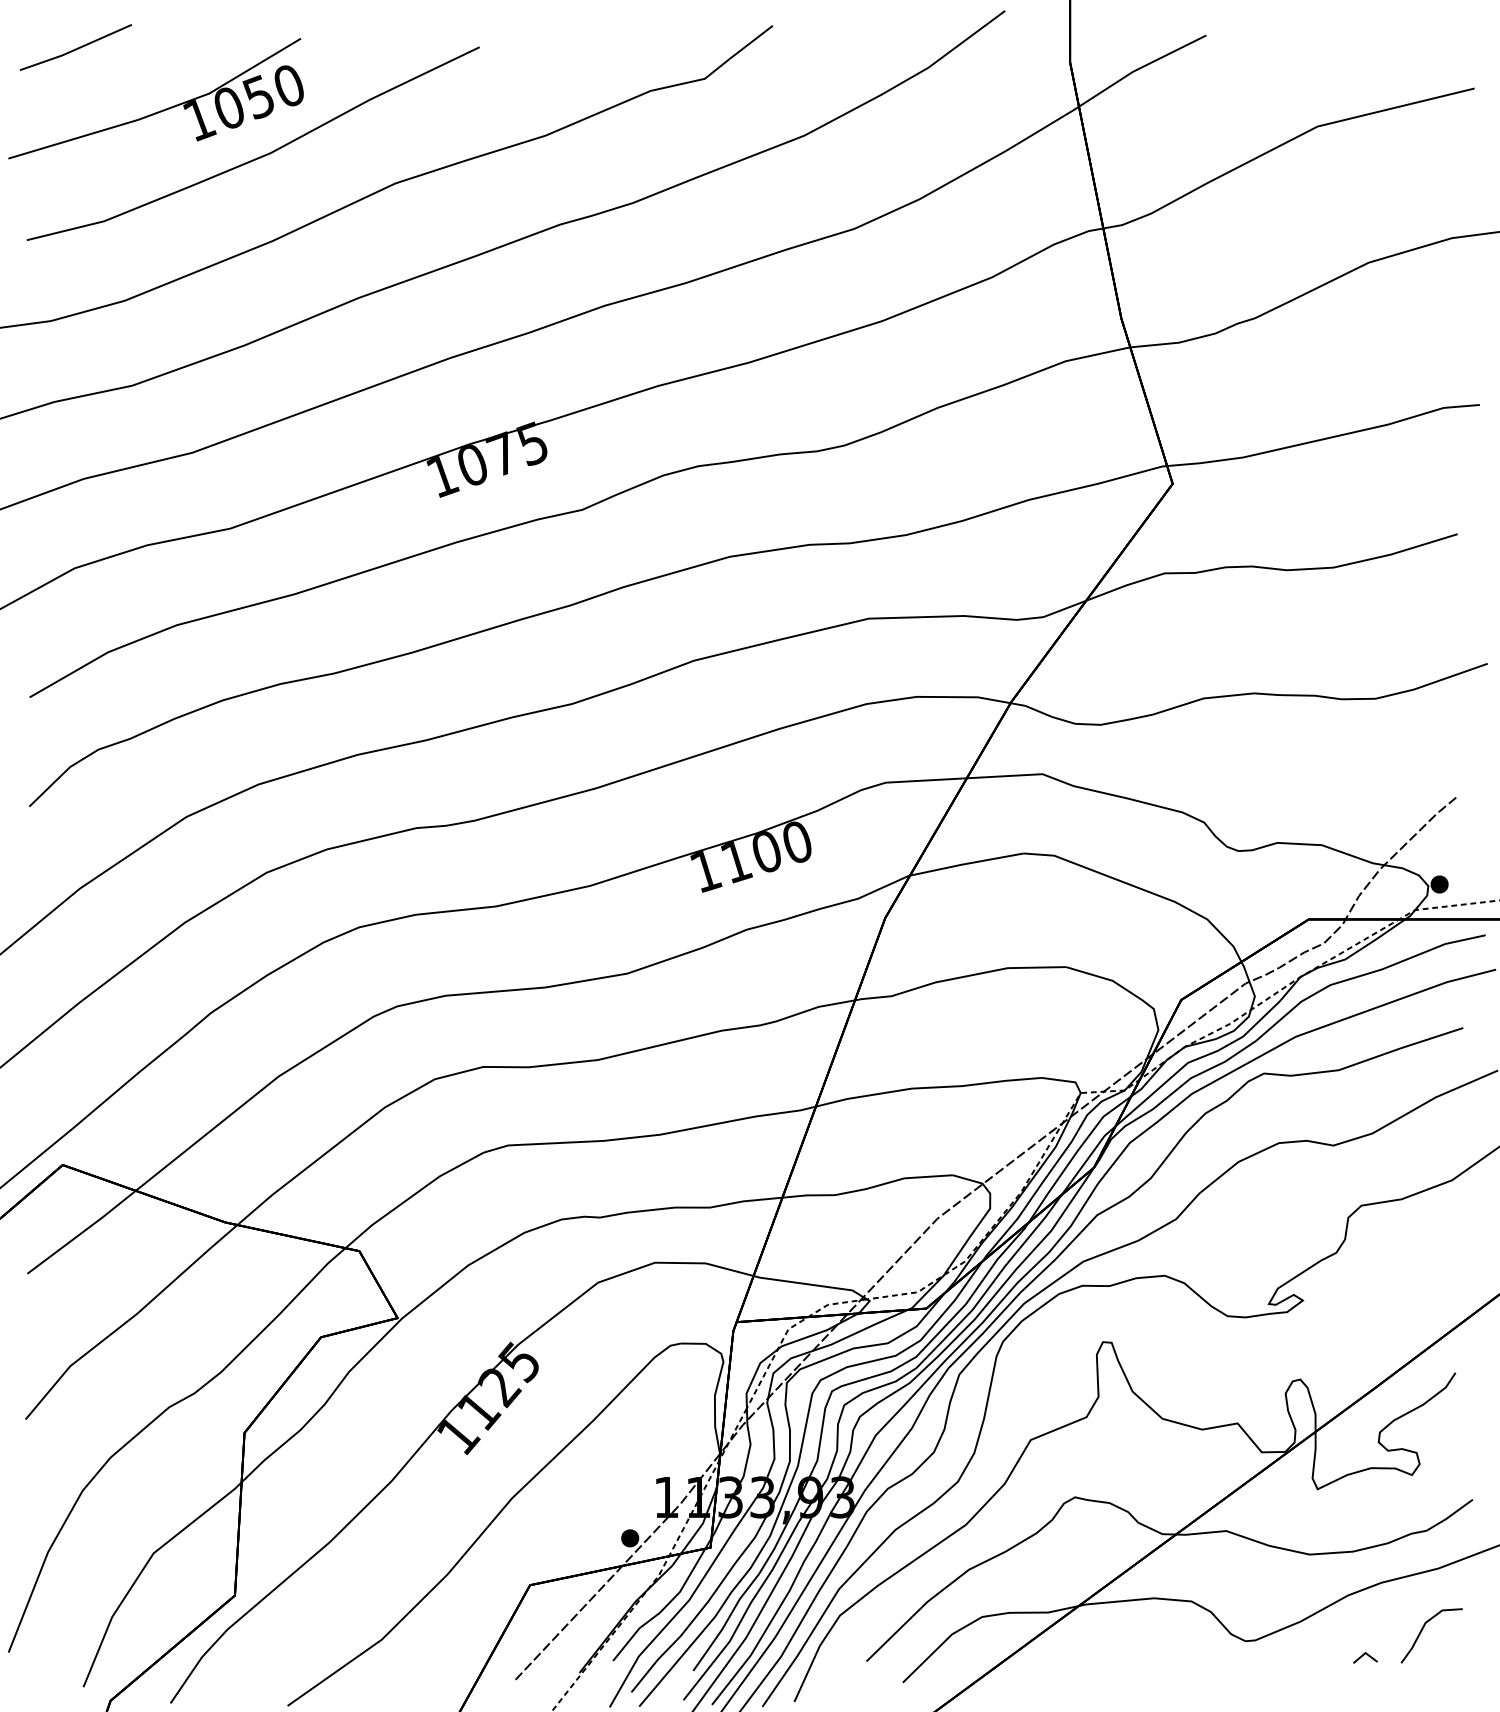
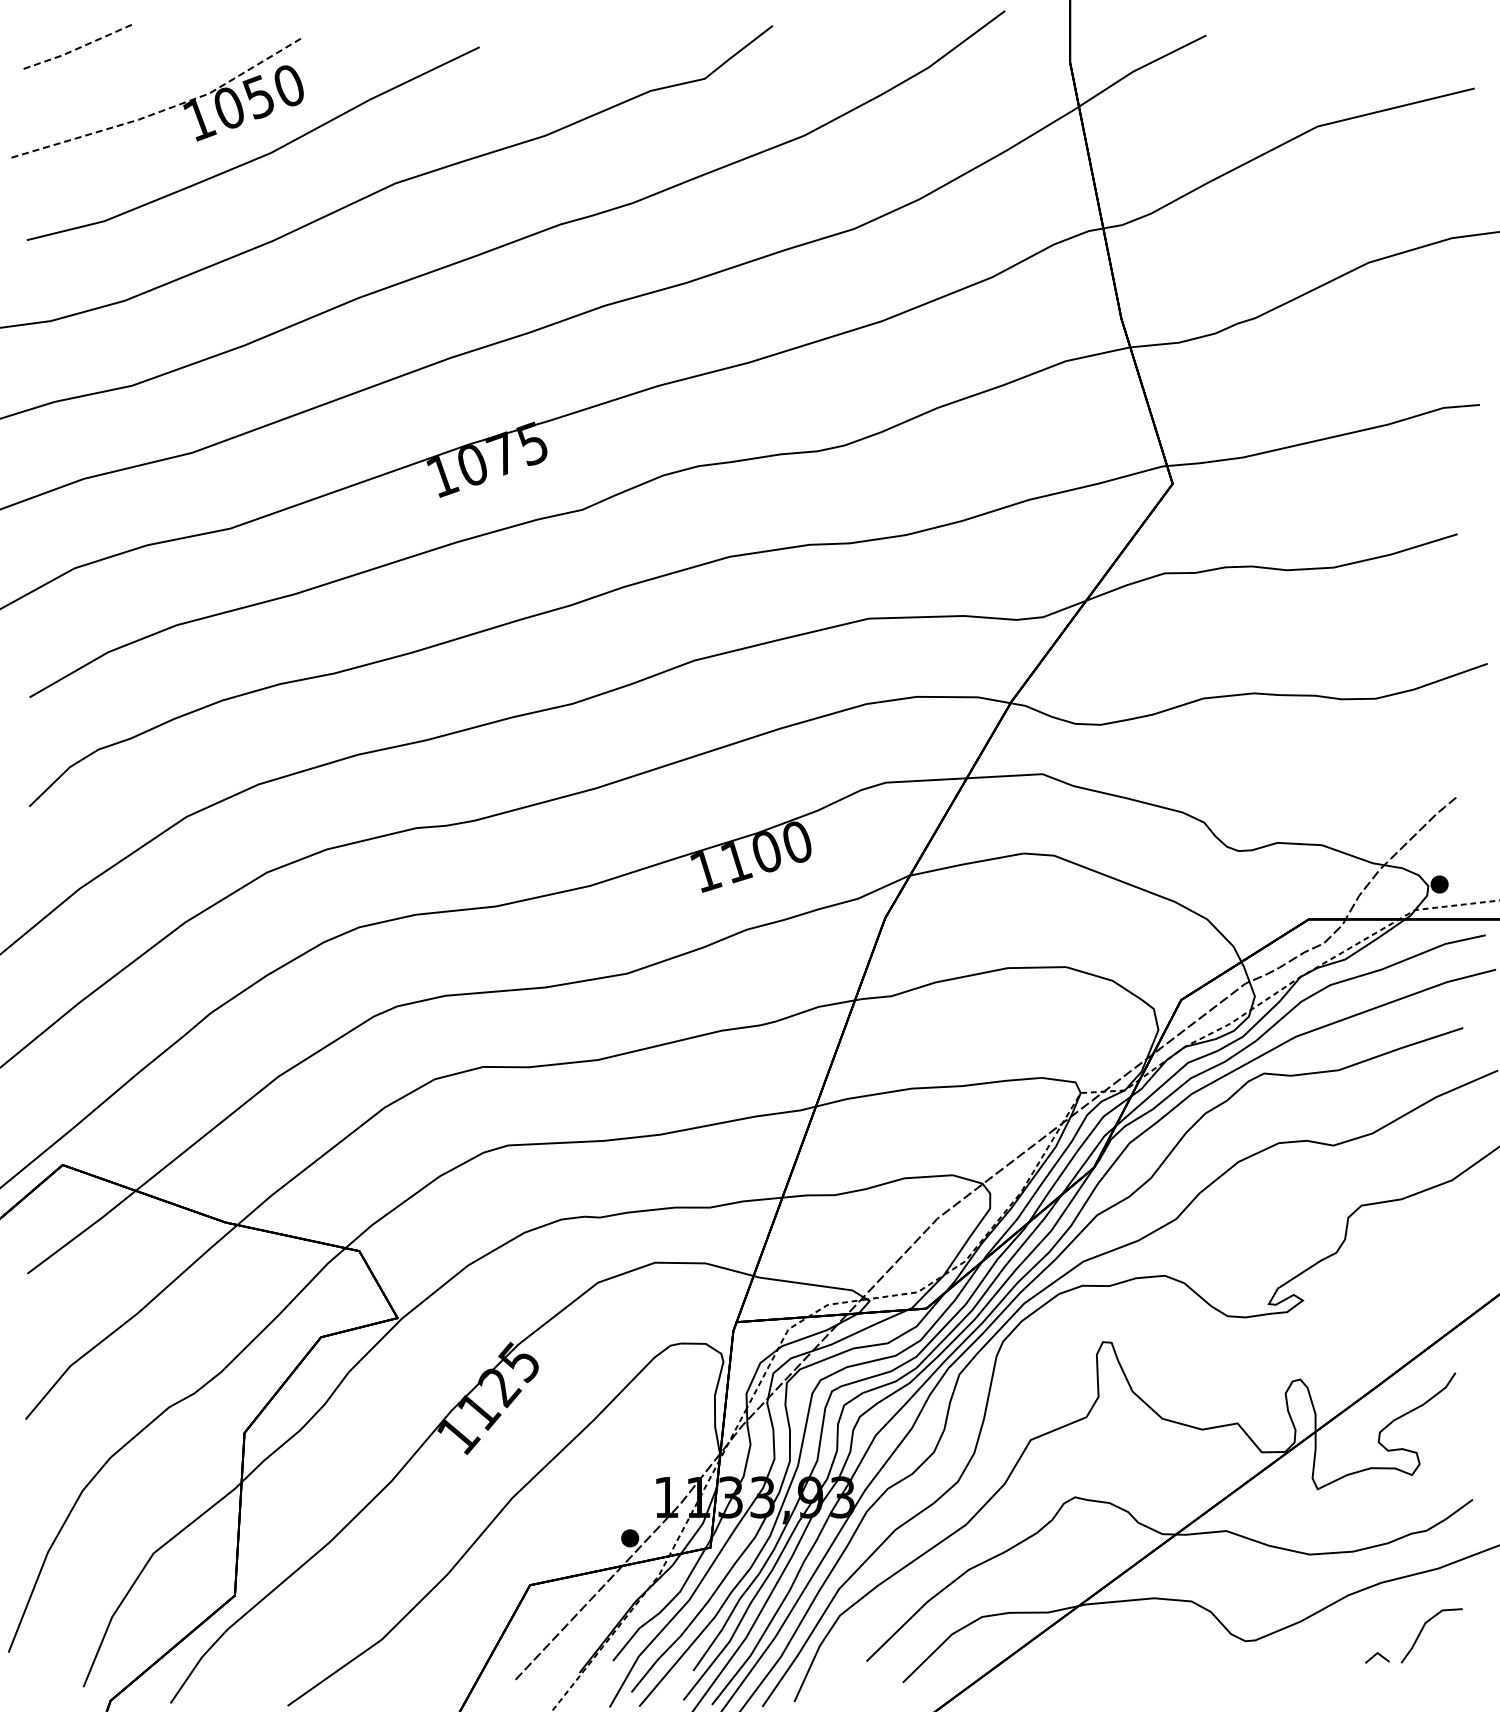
line at (75, 49): solid -> dashed
line at (160, 111): solid -> dashed
line at (1364, 1655) position: (1364, 1655) -> (1376, 1655)
